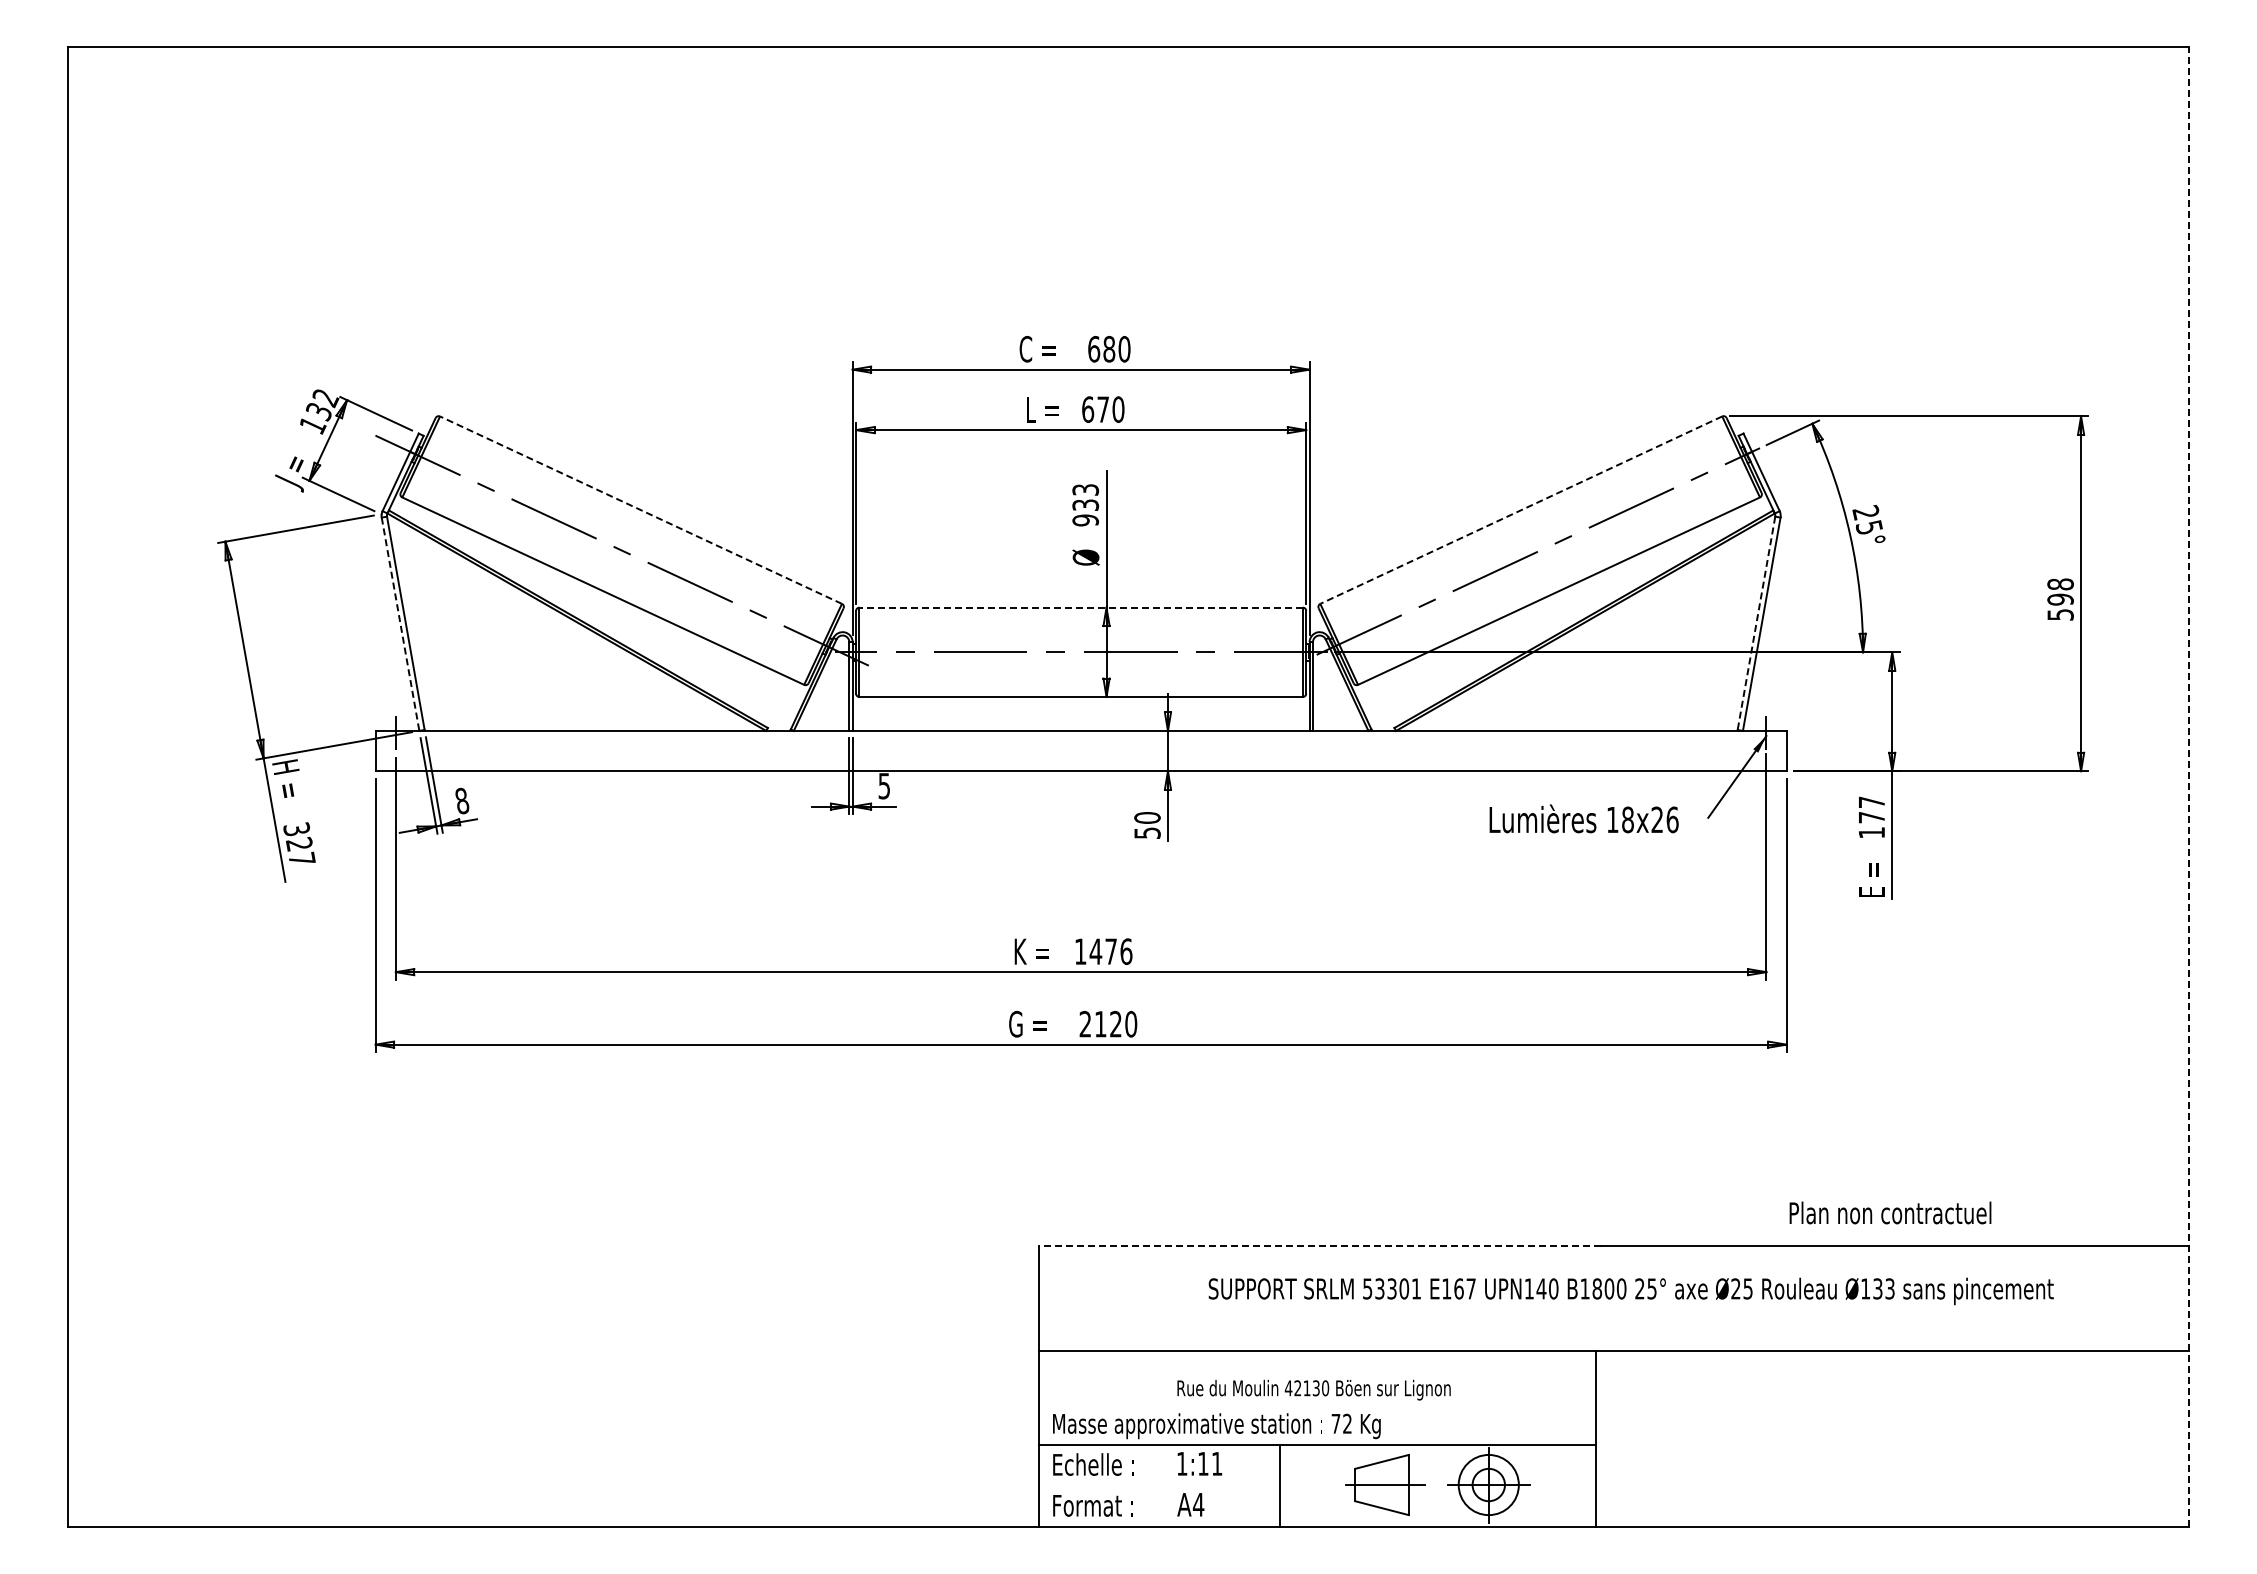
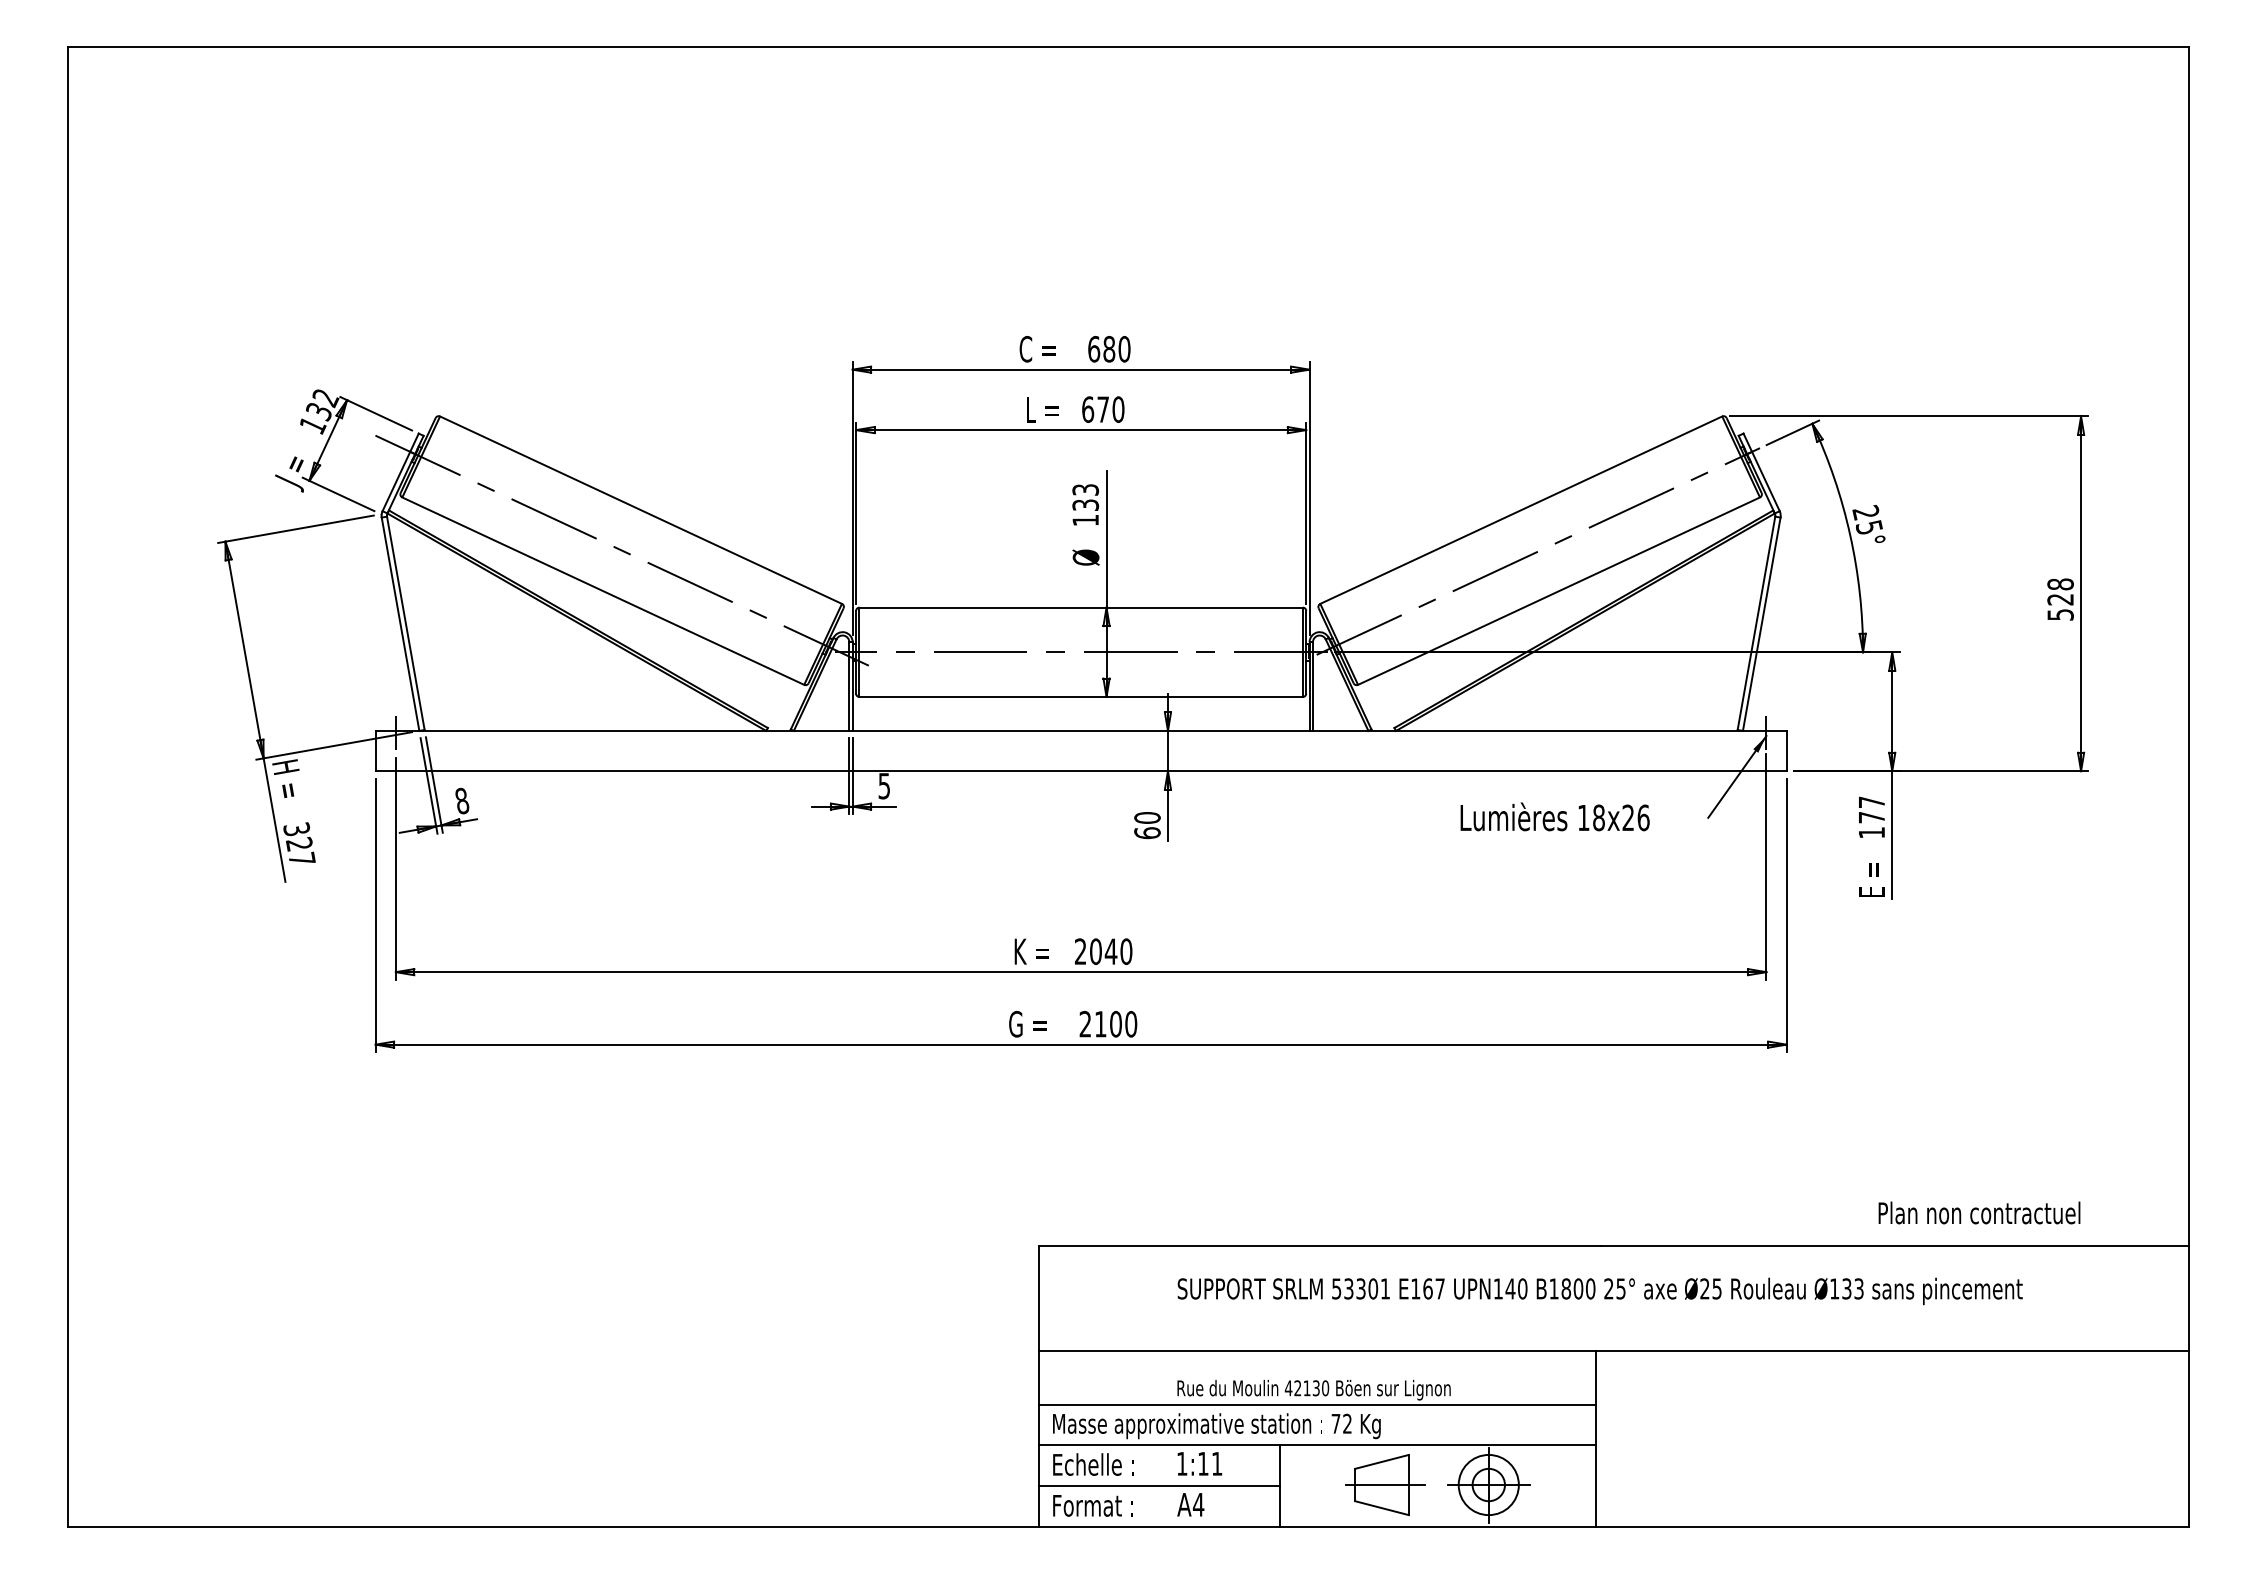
line at (641, 510): dashed -> solid
line at (1521, 510): dashed -> solid
text at (1085, 520): 933 -> 133
text at (2060, 599): 598 -> 528
line at (1081, 607): dashed -> solid
line at (1756, 623): dashed -> solid
line at (400, 624): dashed -> solid
line at (2189, 787): dashed -> solid
text at (1583, 818) position: (1583, 818) -> (1554, 816)
text at (1147, 833): 50 -> 60
text at (1103, 951): 1476 -> 2040
text at (1115, 1024): 2120 -> 2100
text at (1890, 1212) position: (1890, 1212) -> (1979, 1212)
line at (1319, 1245): dashed -> solid
text at (1630, 1291) position: (1630, 1291) -> (1599, 1291)
line at (1317, 1404): none -> present
line at (1159, 1485): none -> present
